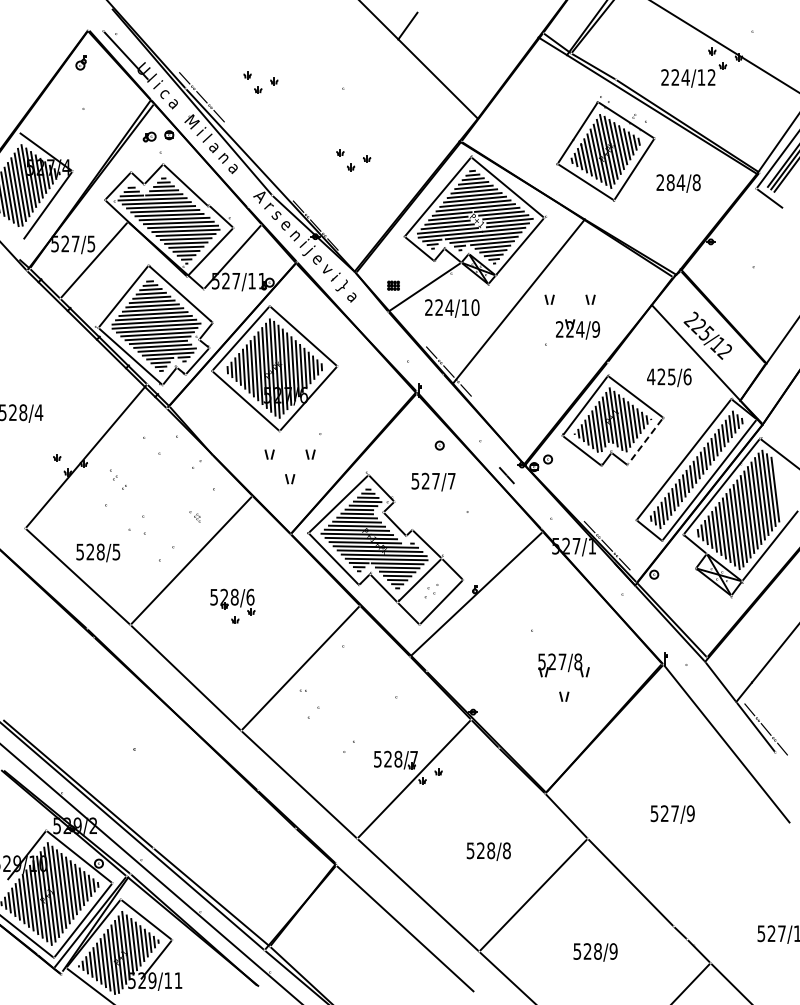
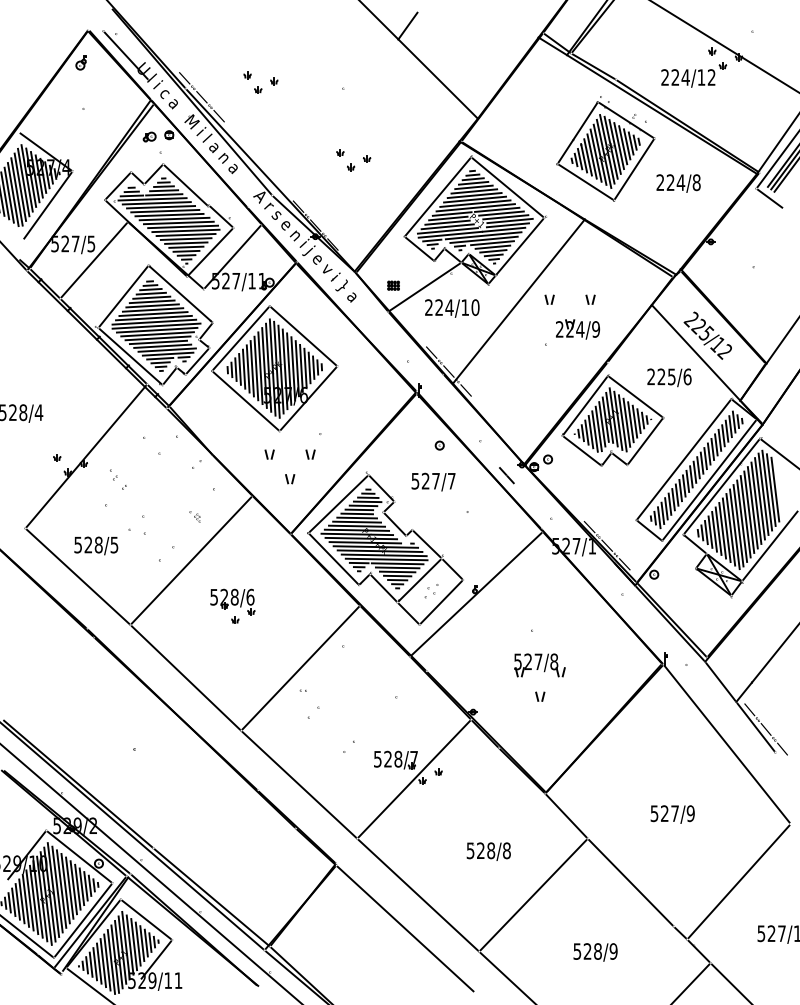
text at (670, 182): 284/8 -> 224/8
text at (651, 376): 425/6 -> 225/6
line at (645, 441): dashed -> solid
text at (98, 552) position: (98, 552) -> (96, 545)
part at (568, 672) position: (568, 672) -> (544, 672)
line at (738, 881): none -> present
